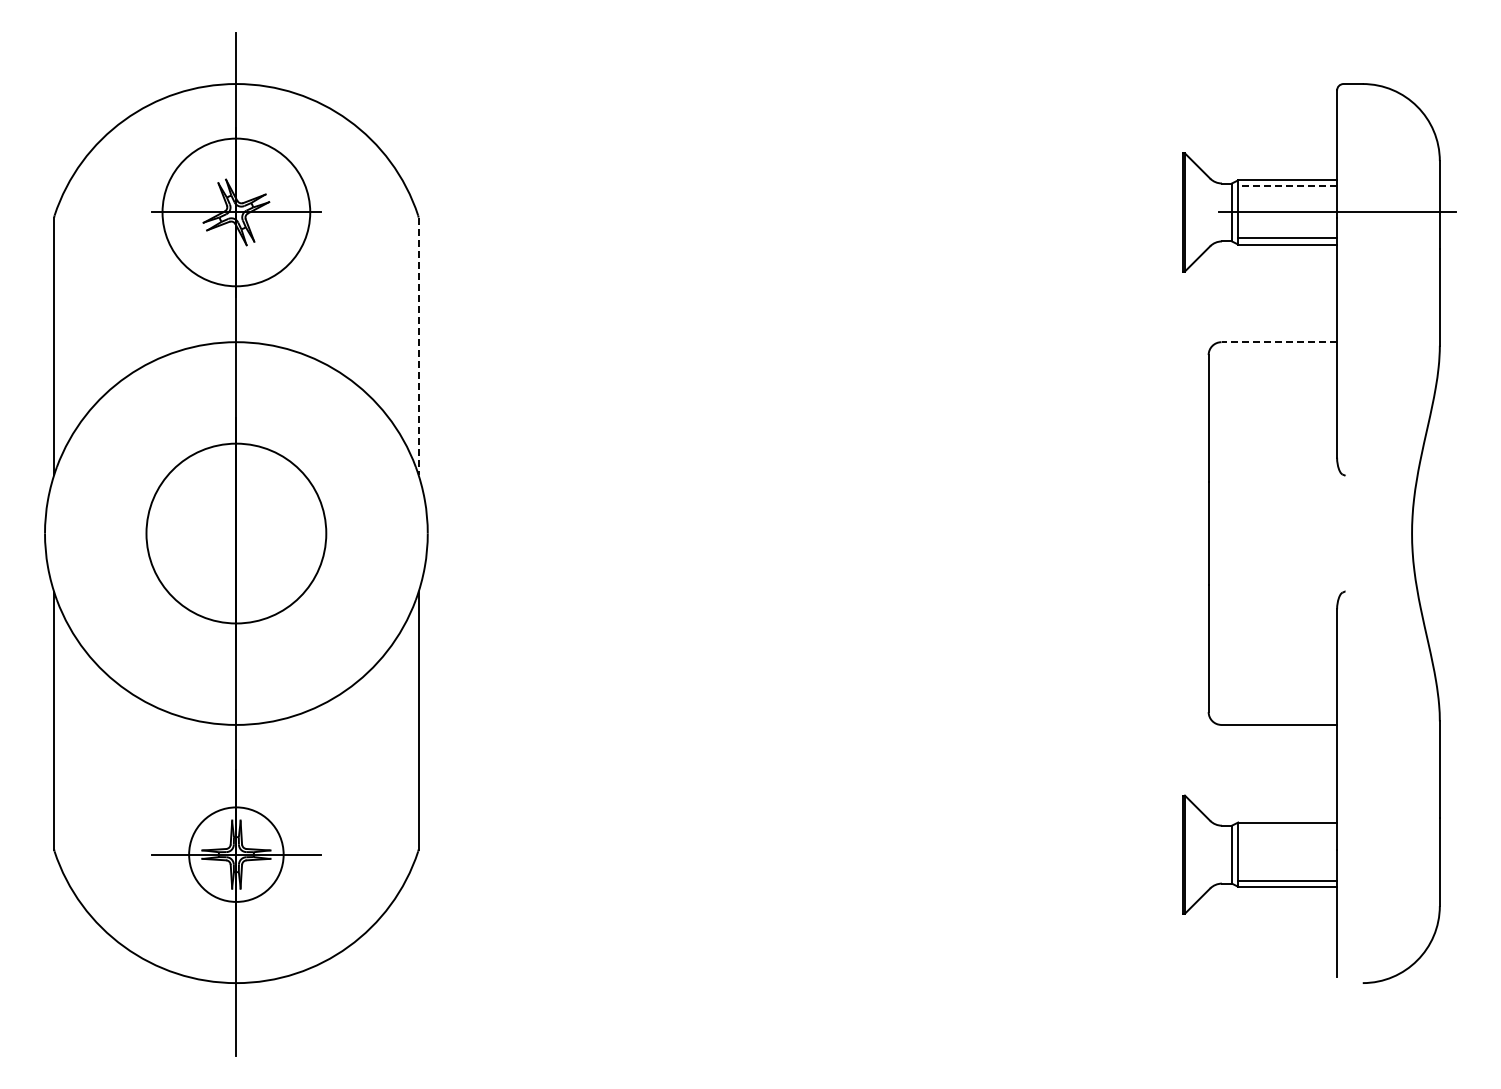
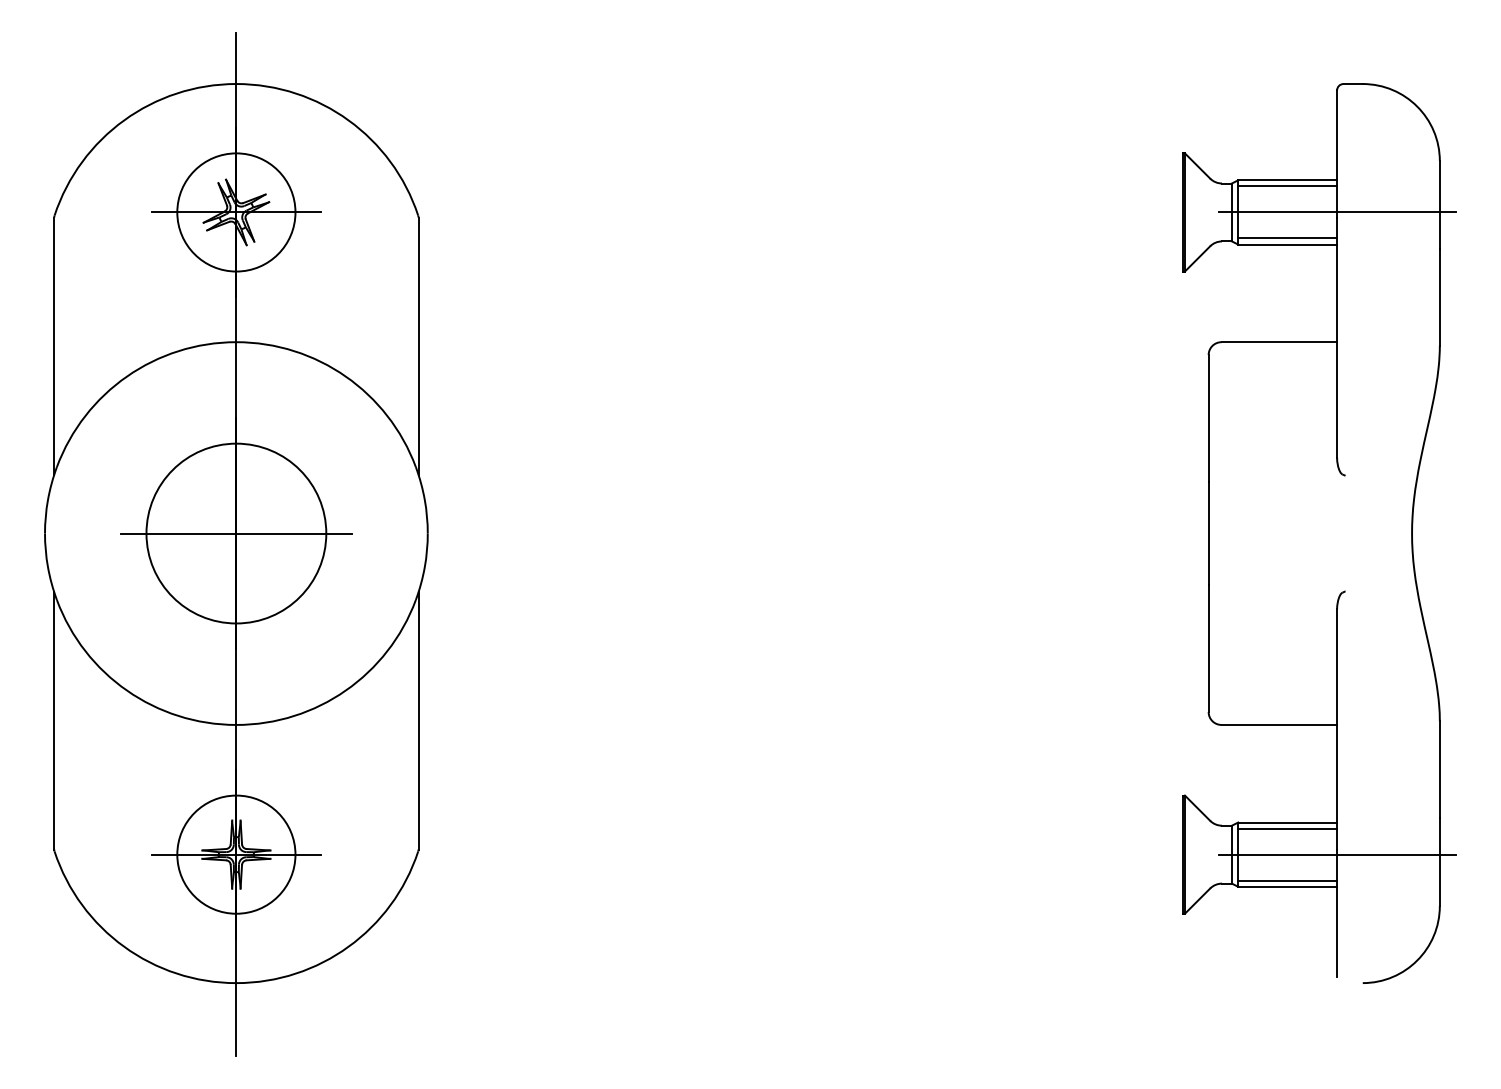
line at (1287, 186): dashed -> solid
circle at (236, 212) diameter: 148 px -> 118 px
line at (1279, 342): dashed -> solid
line at (418, 346): dashed -> solid
line at (236, 533): none -> present
line at (1287, 828): none -> present
circle at (236, 854) diameter: 95 px -> 118 px
line at (1336, 854): none -> present
